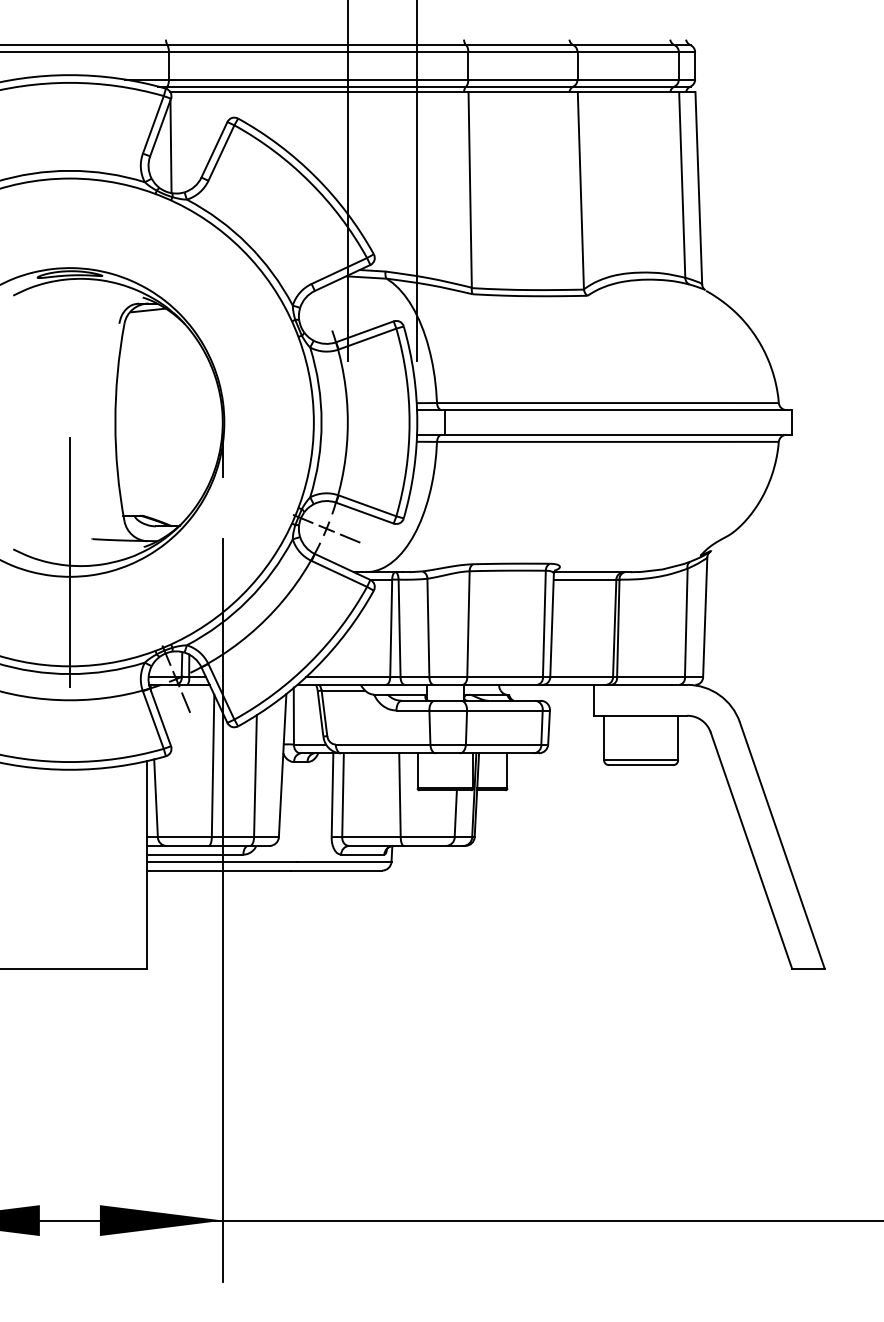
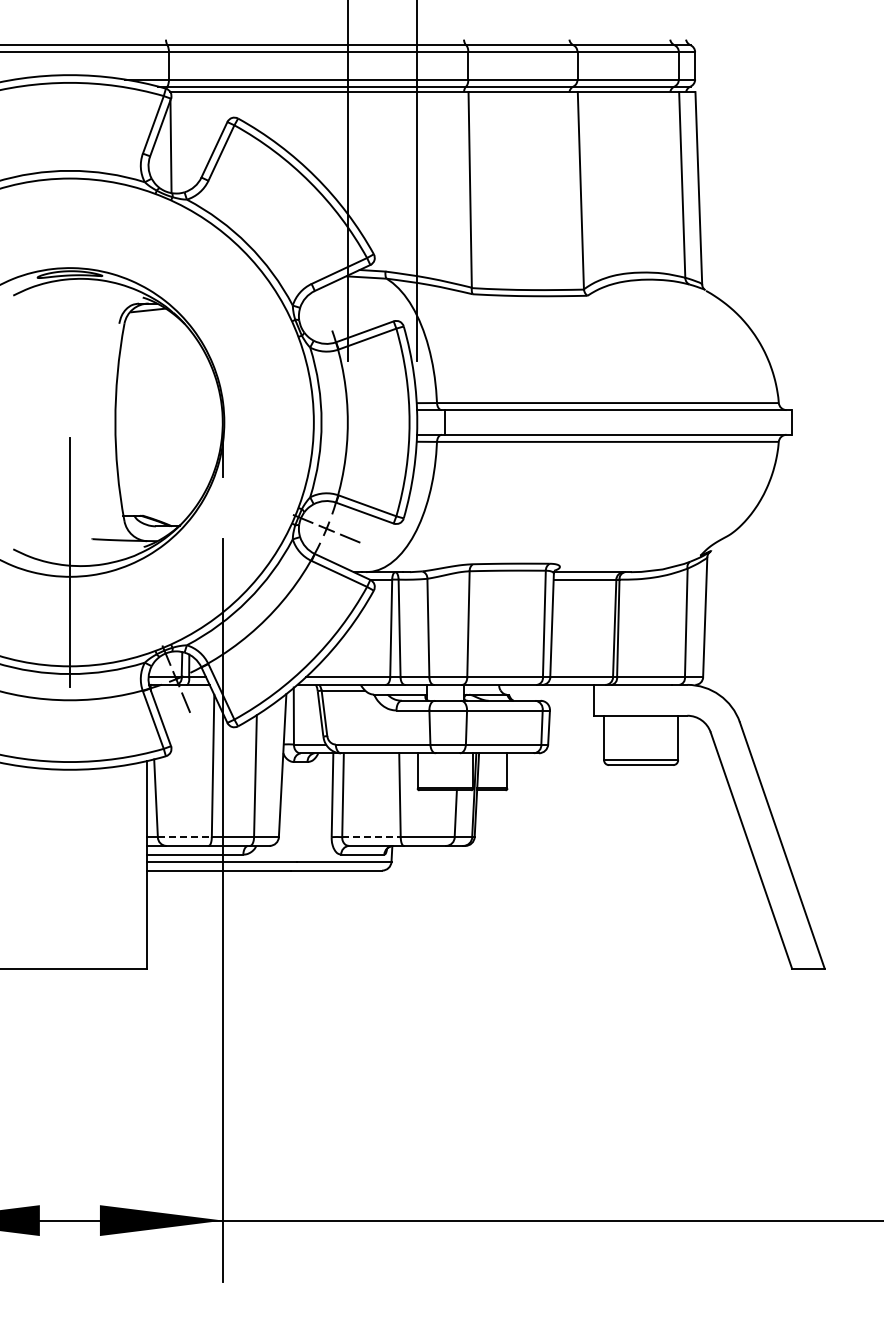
line at (184, 837): solid -> dashed
line at (371, 837): solid -> dashed
